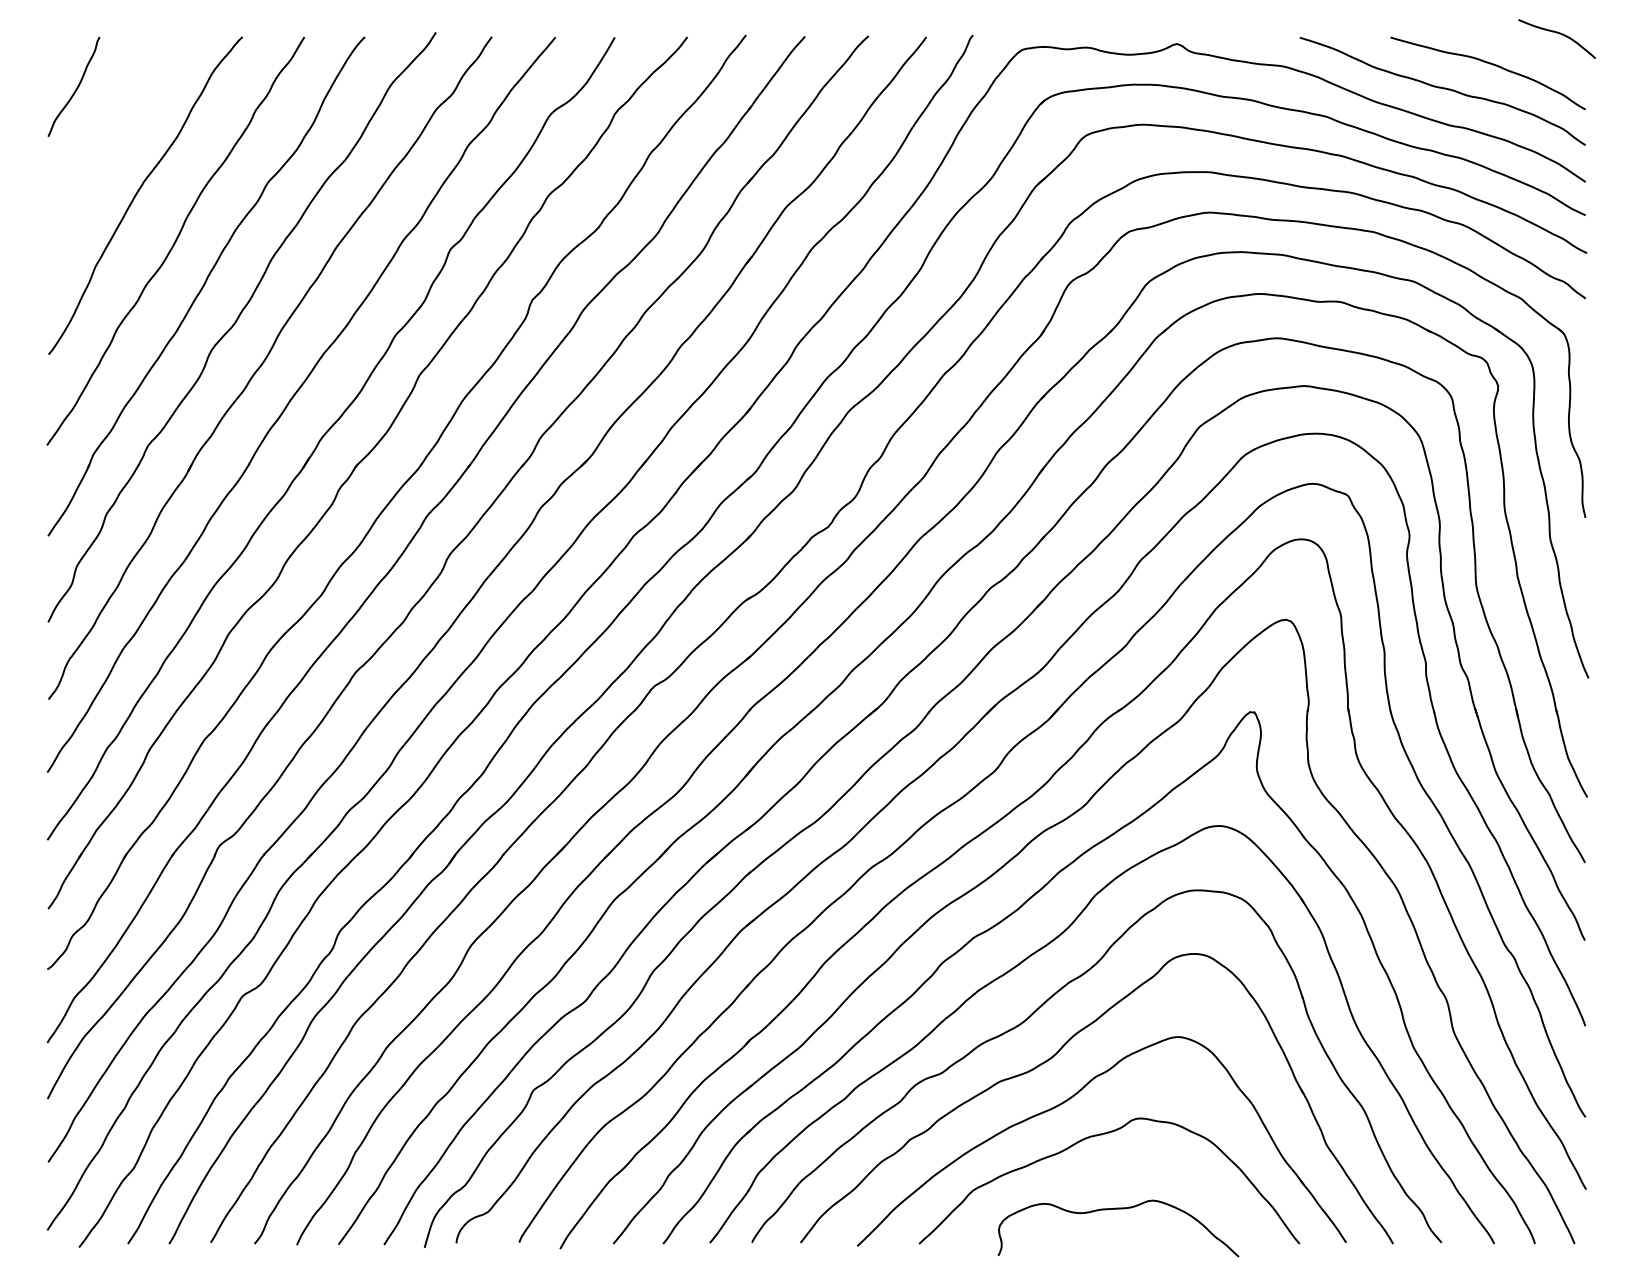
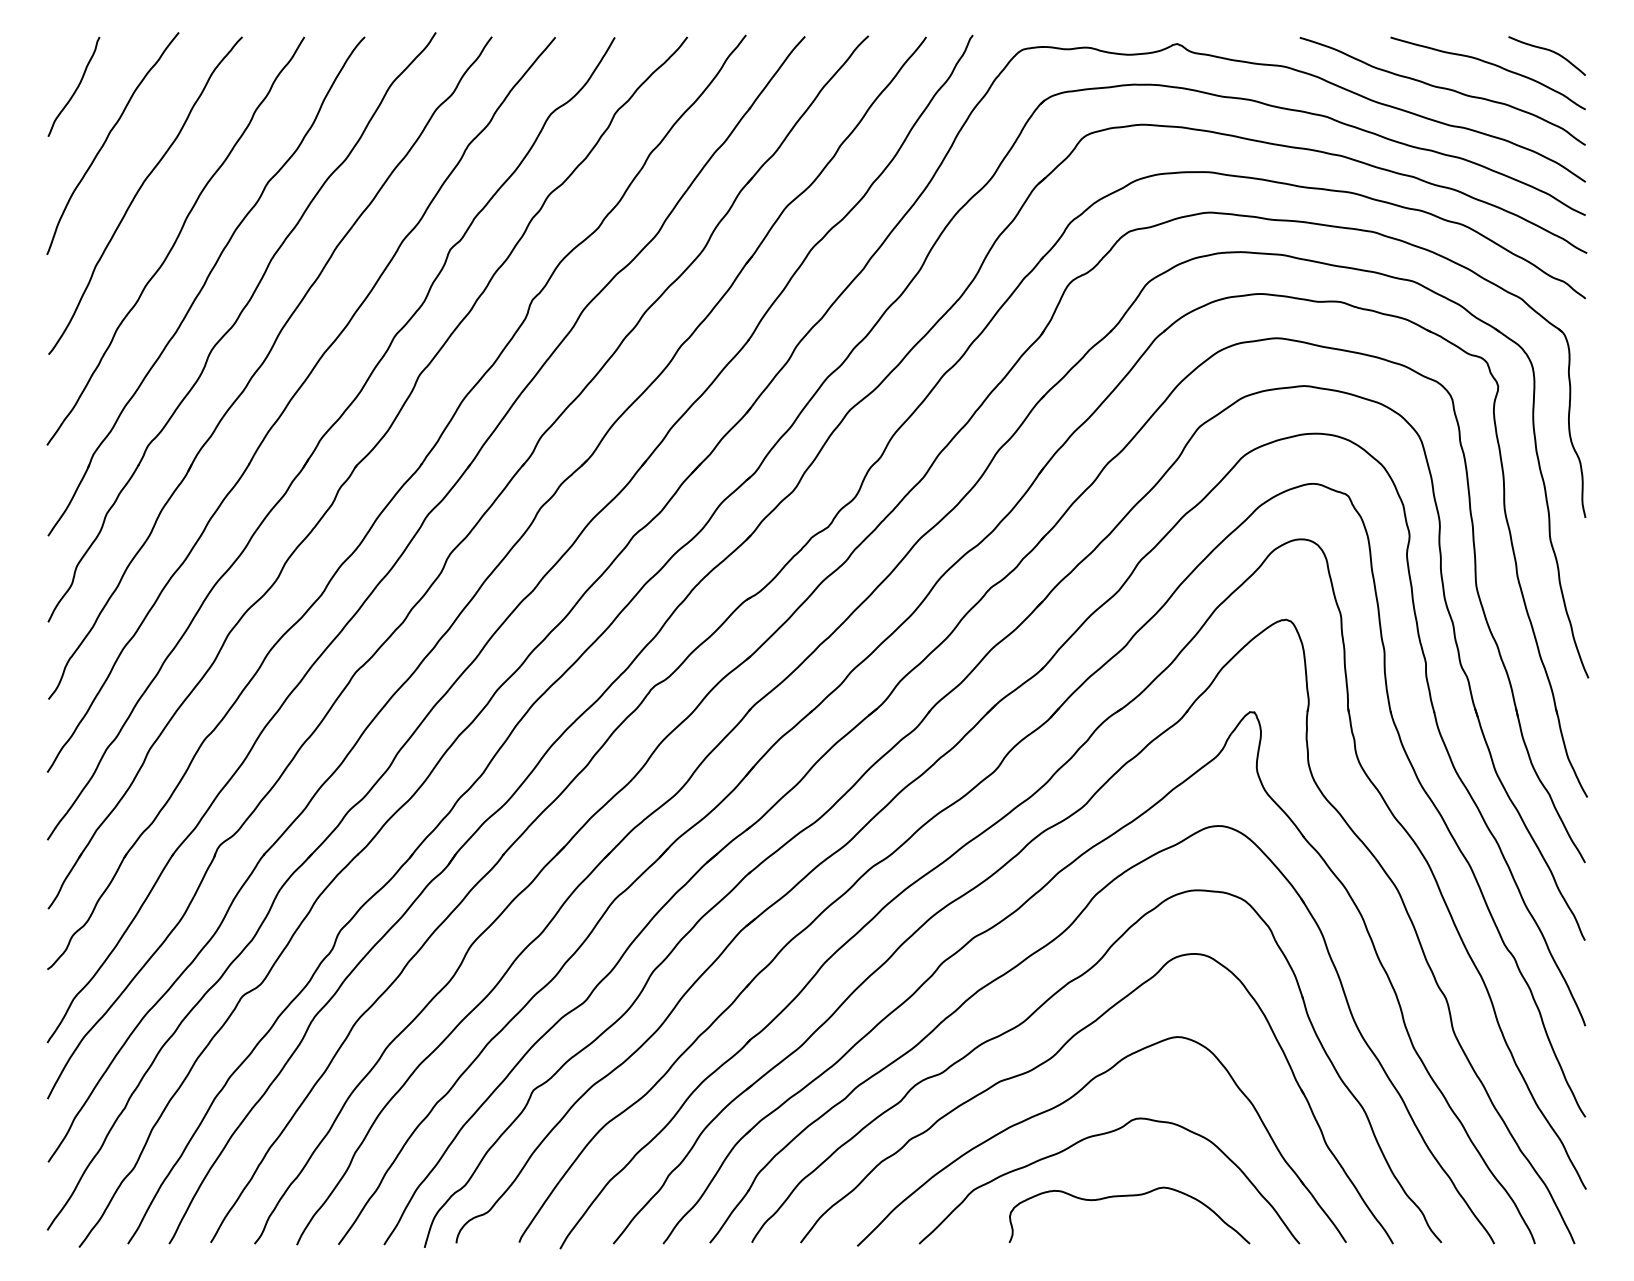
curve at (1556, 33) position: (1556, 33) -> (1546, 50)
curve at (106, 141): none -> present
curve at (1118, 1209) position: (1118, 1209) -> (1129, 1196)
